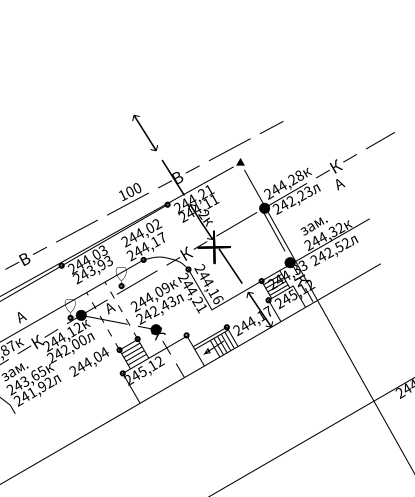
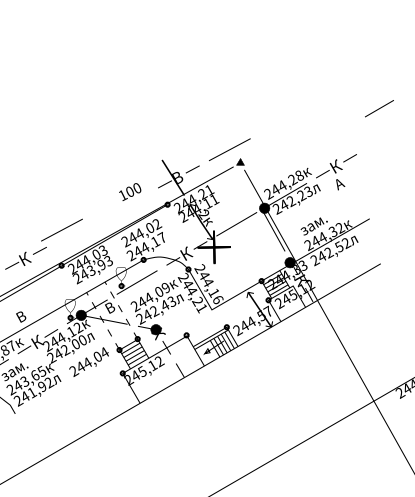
line at (271, 127): present -> none
fill at (145, 132): present -> none
line at (380, 140) position: (380, 140) -> (379, 108)
fill at (127, 203): present -> none
line at (76, 230) position: (76, 230) -> (61, 229)
text at (25, 258): В -> К
fill at (230, 266): present -> none
text at (110, 308): А -> В
text at (261, 315): 244,17 -> 244,57
text at (21, 317): А -> В
